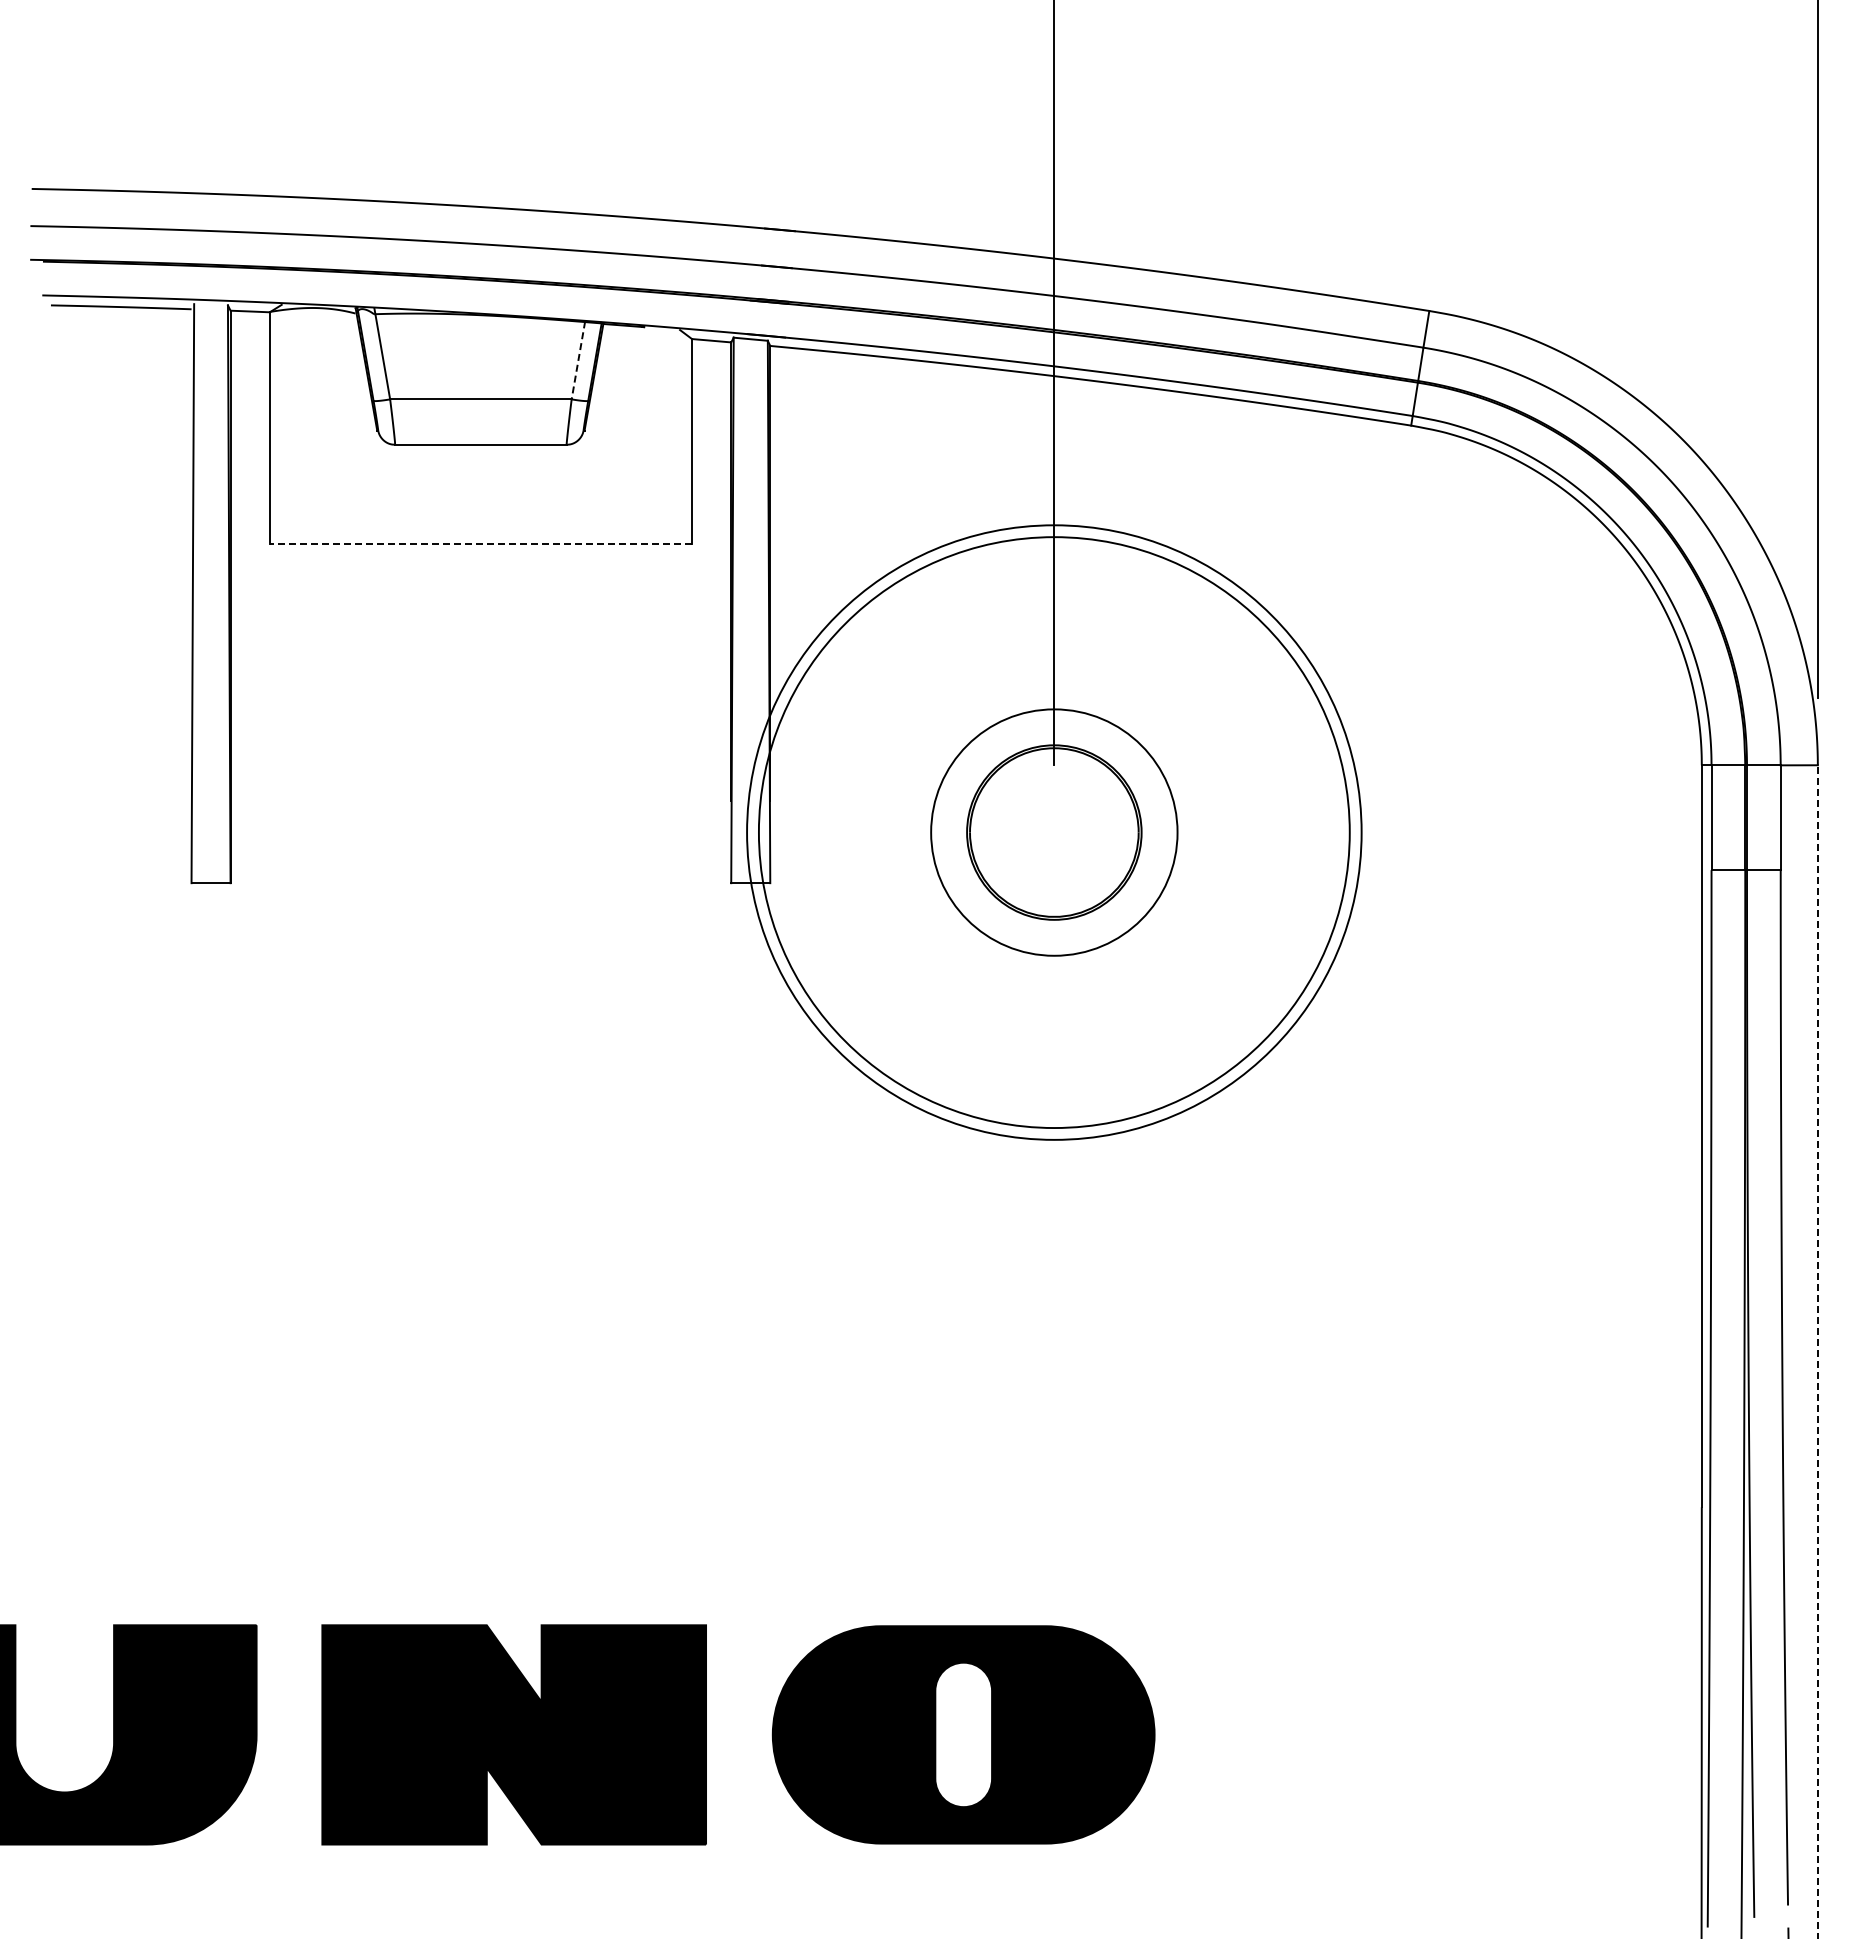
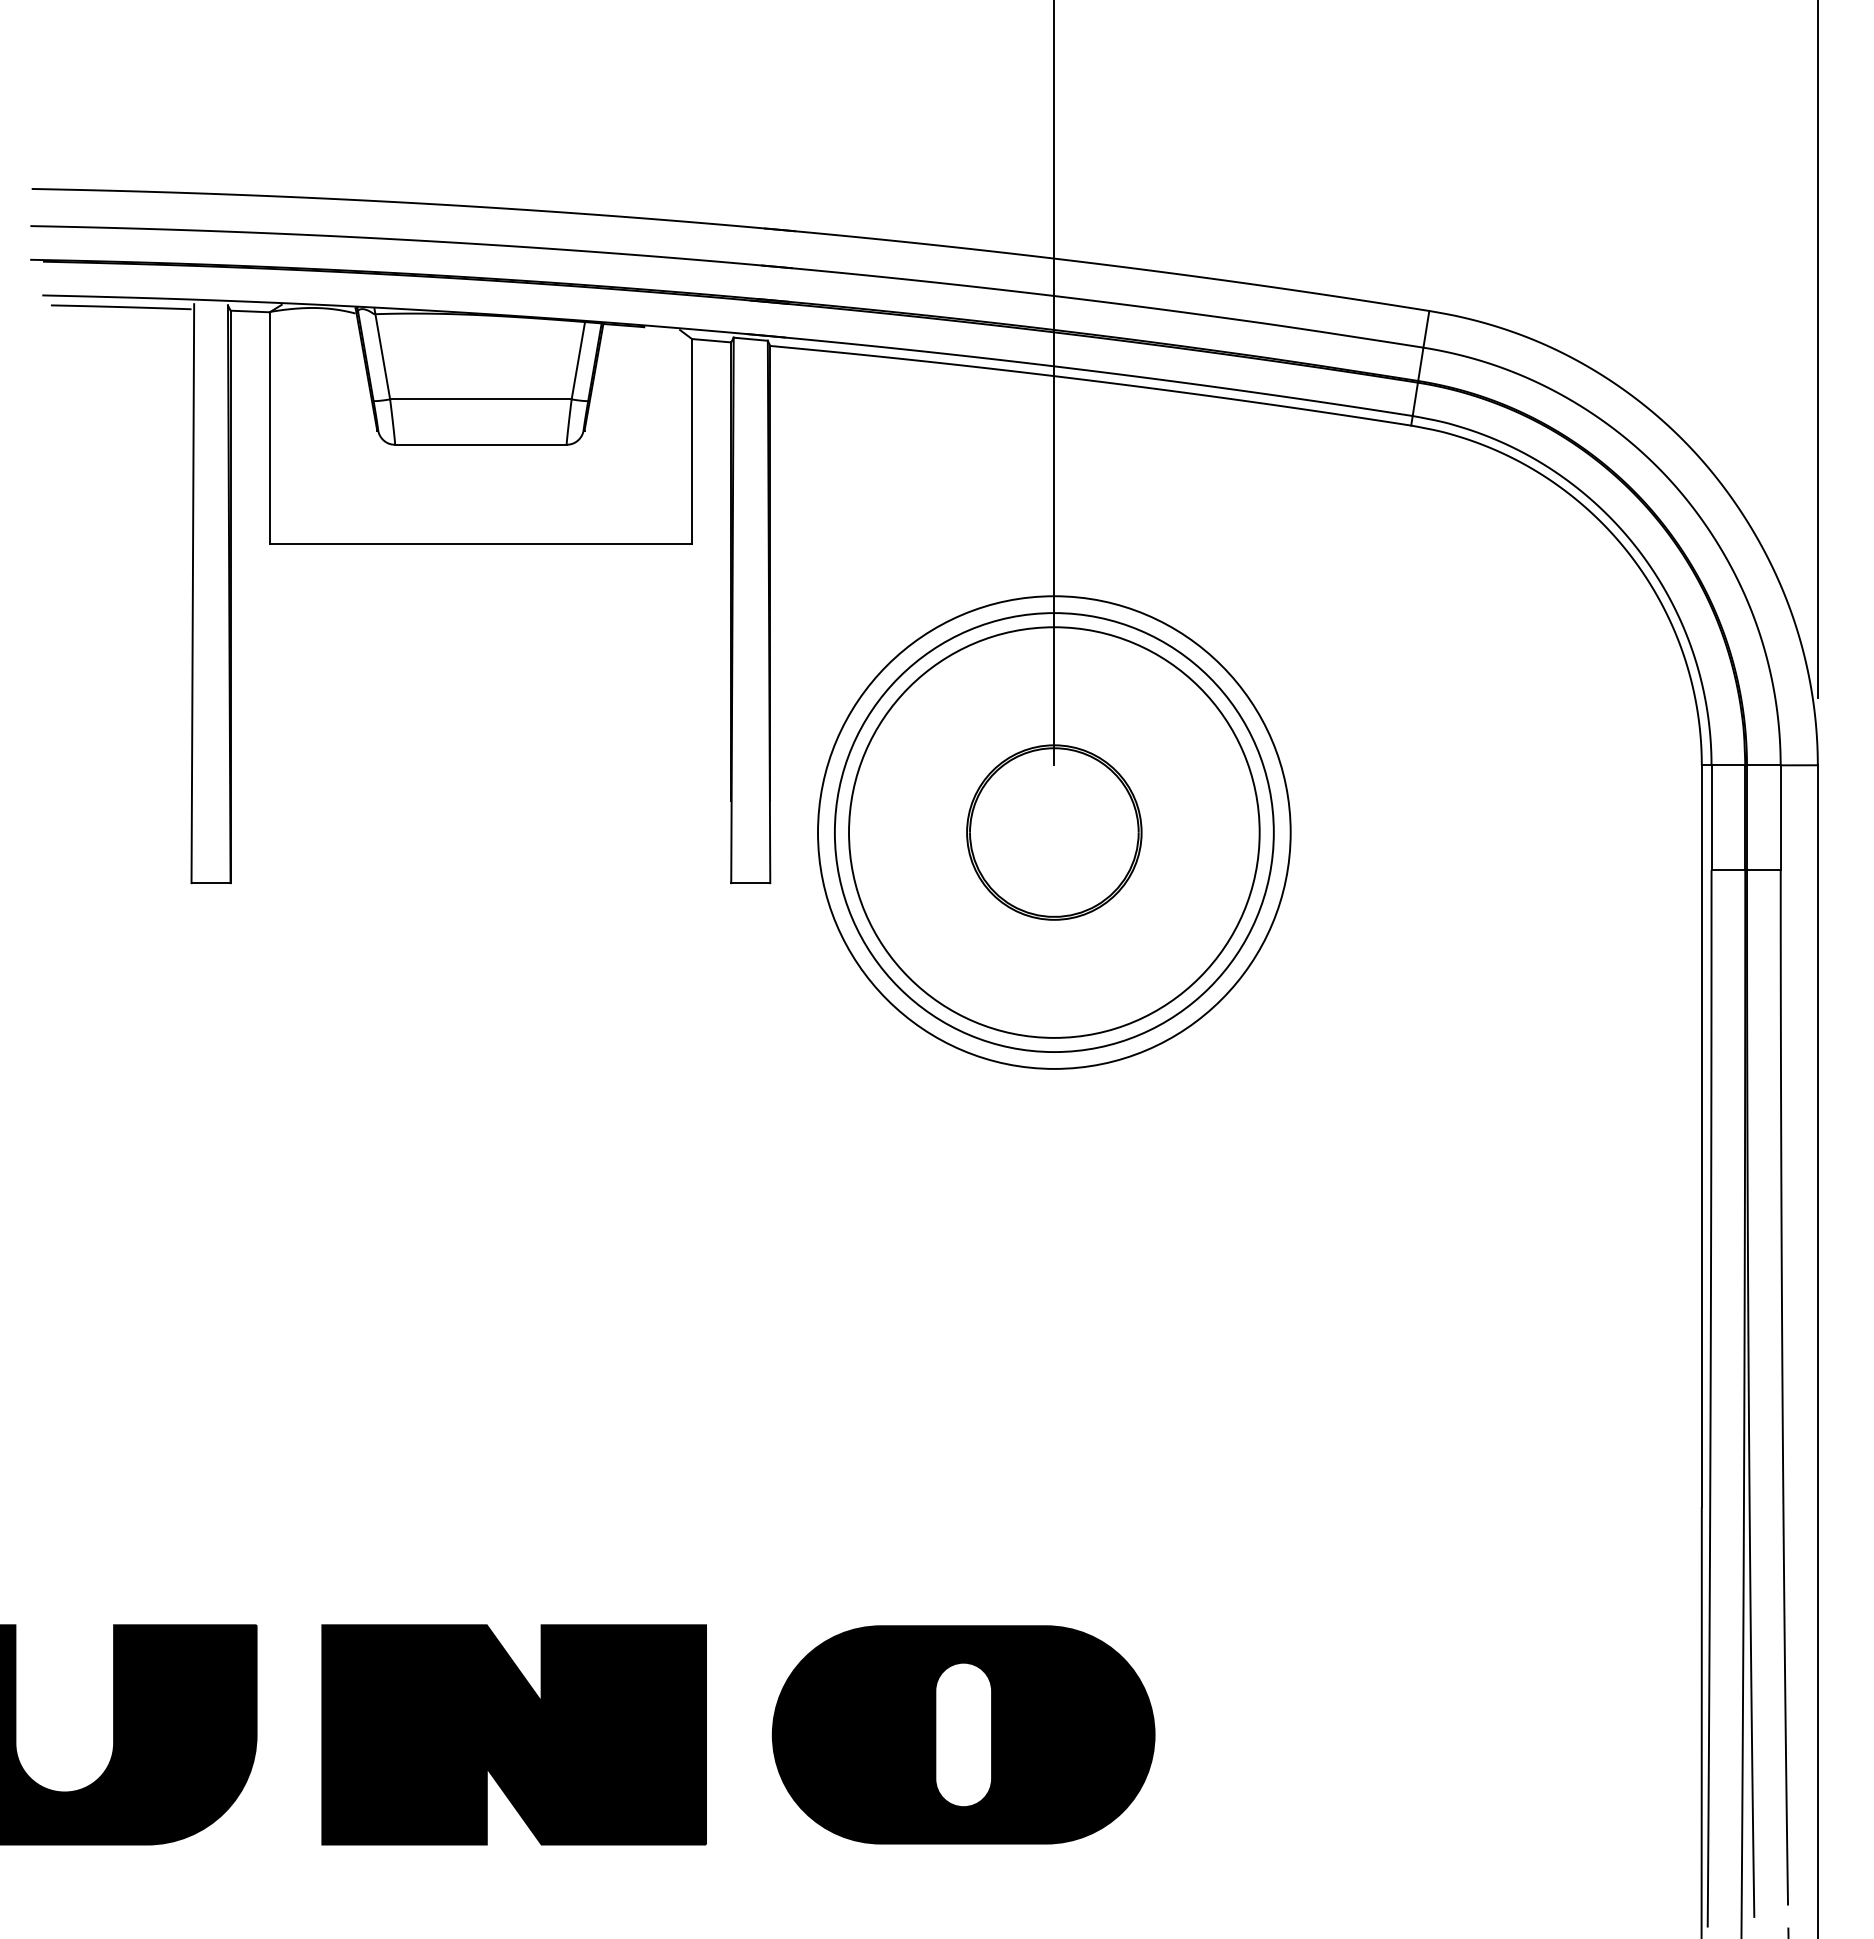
line at (578, 360): dashed -> solid
line at (480, 544): dashed -> solid
circle at (1053, 832) diameter: 591 px -> 473 px
circle at (1054, 832) diameter: 246 px -> 411 px
circle at (1054, 832) diameter: 615 px -> 439 px
line at (1817, 1351): dashed -> solid
